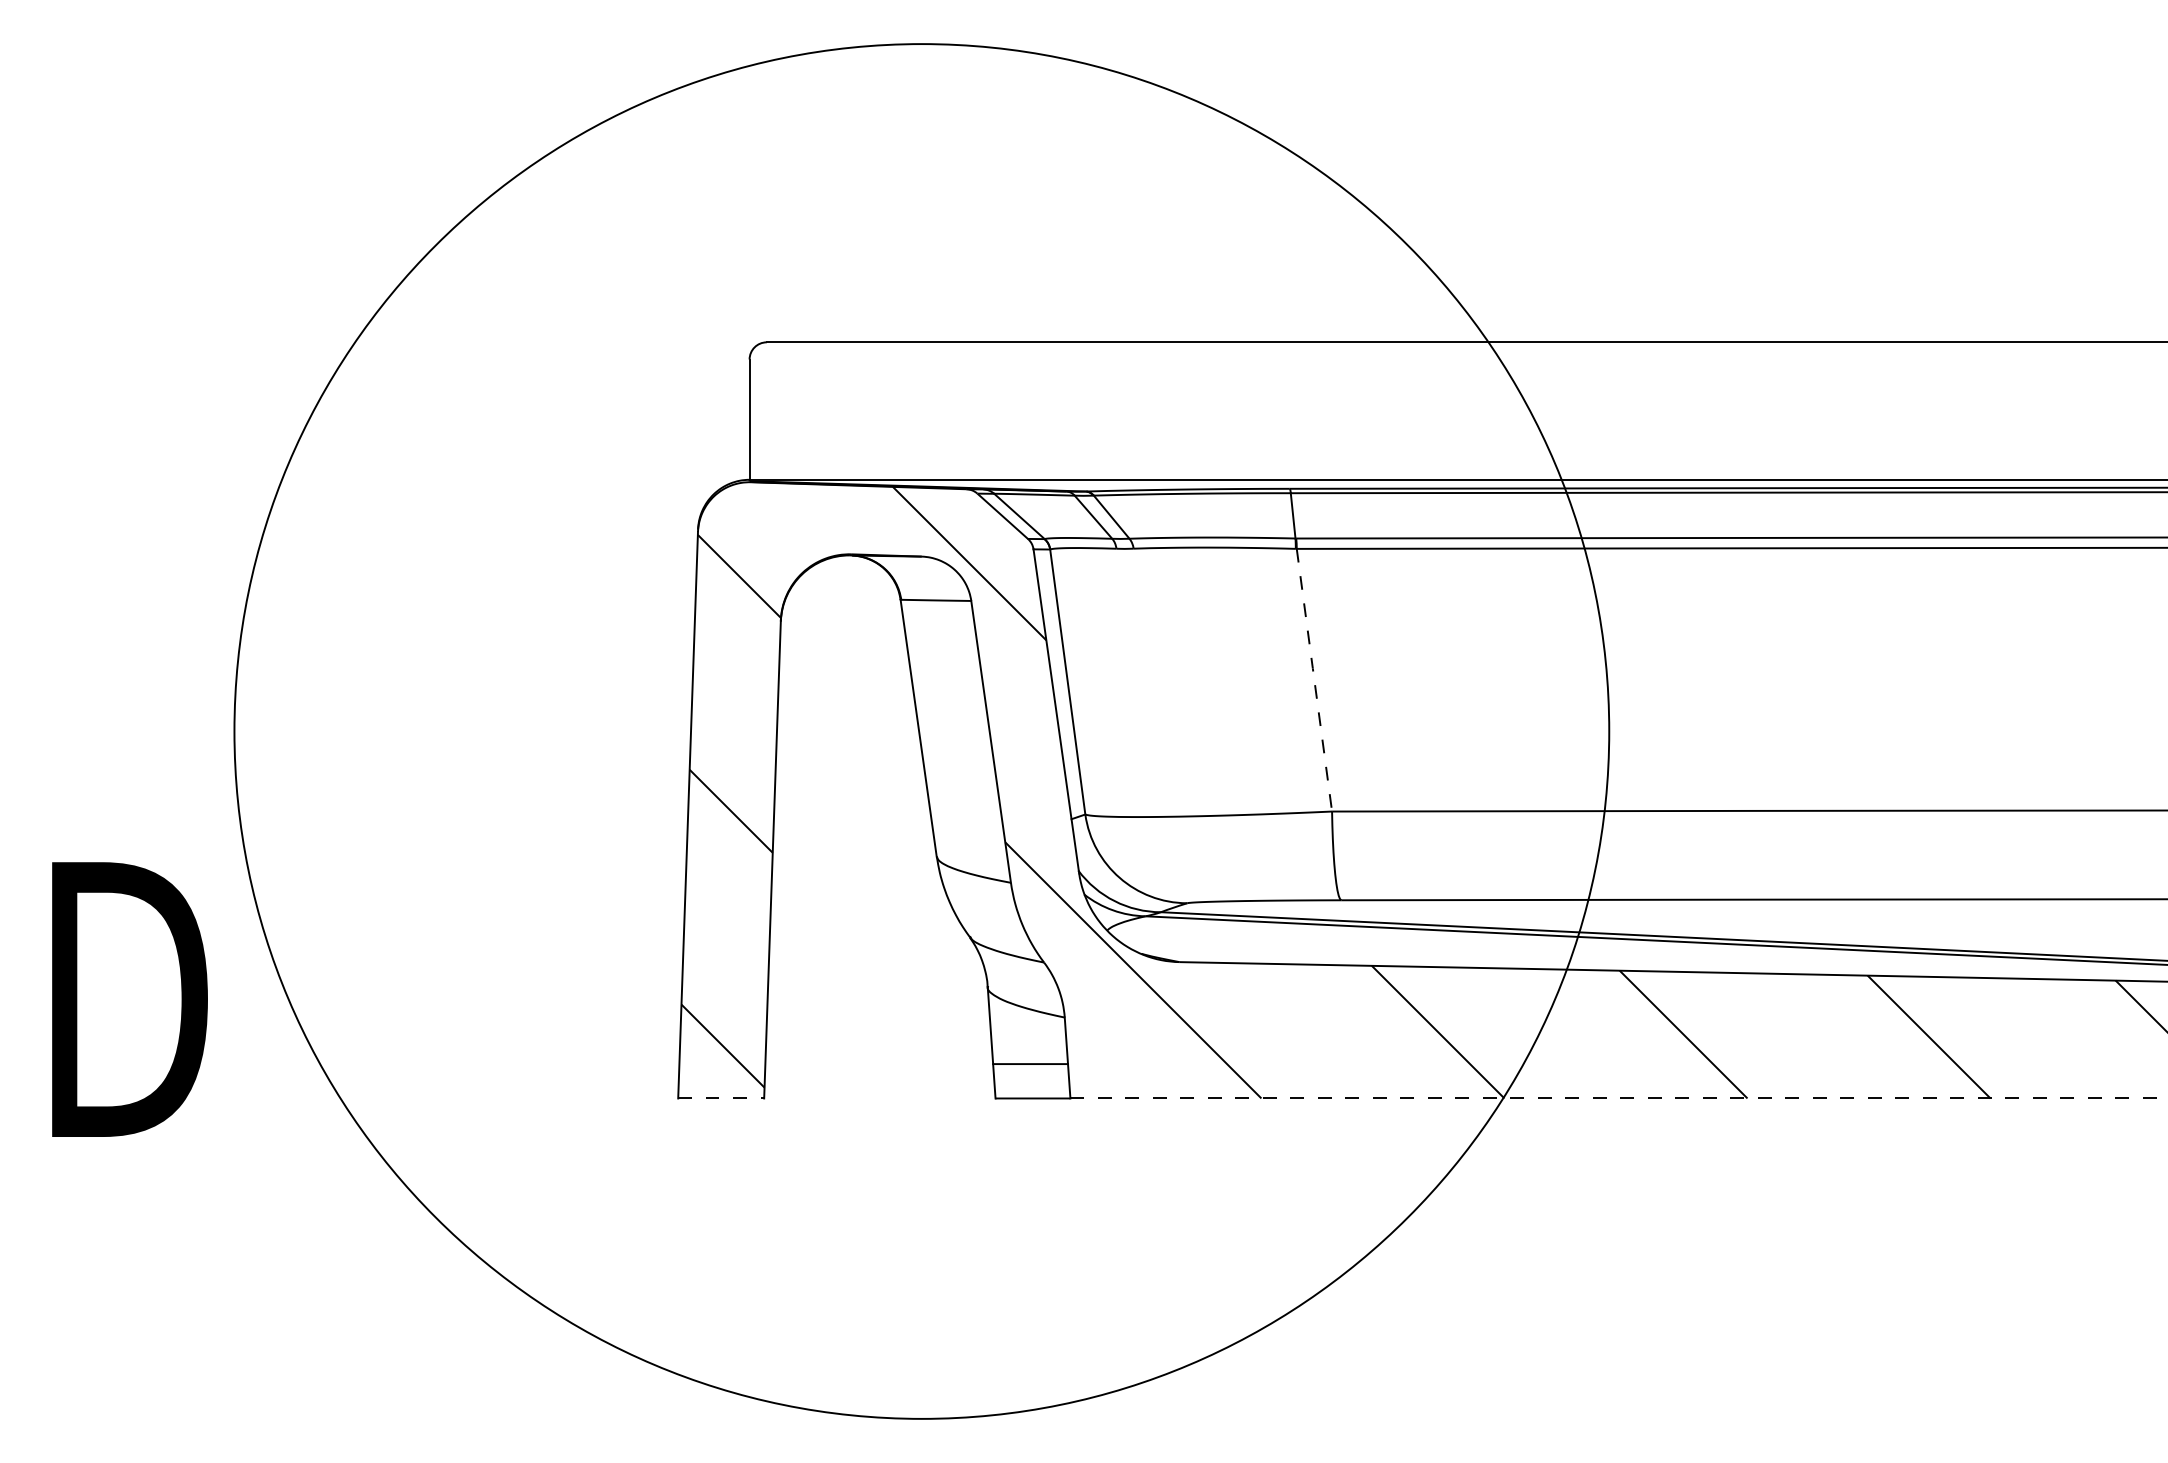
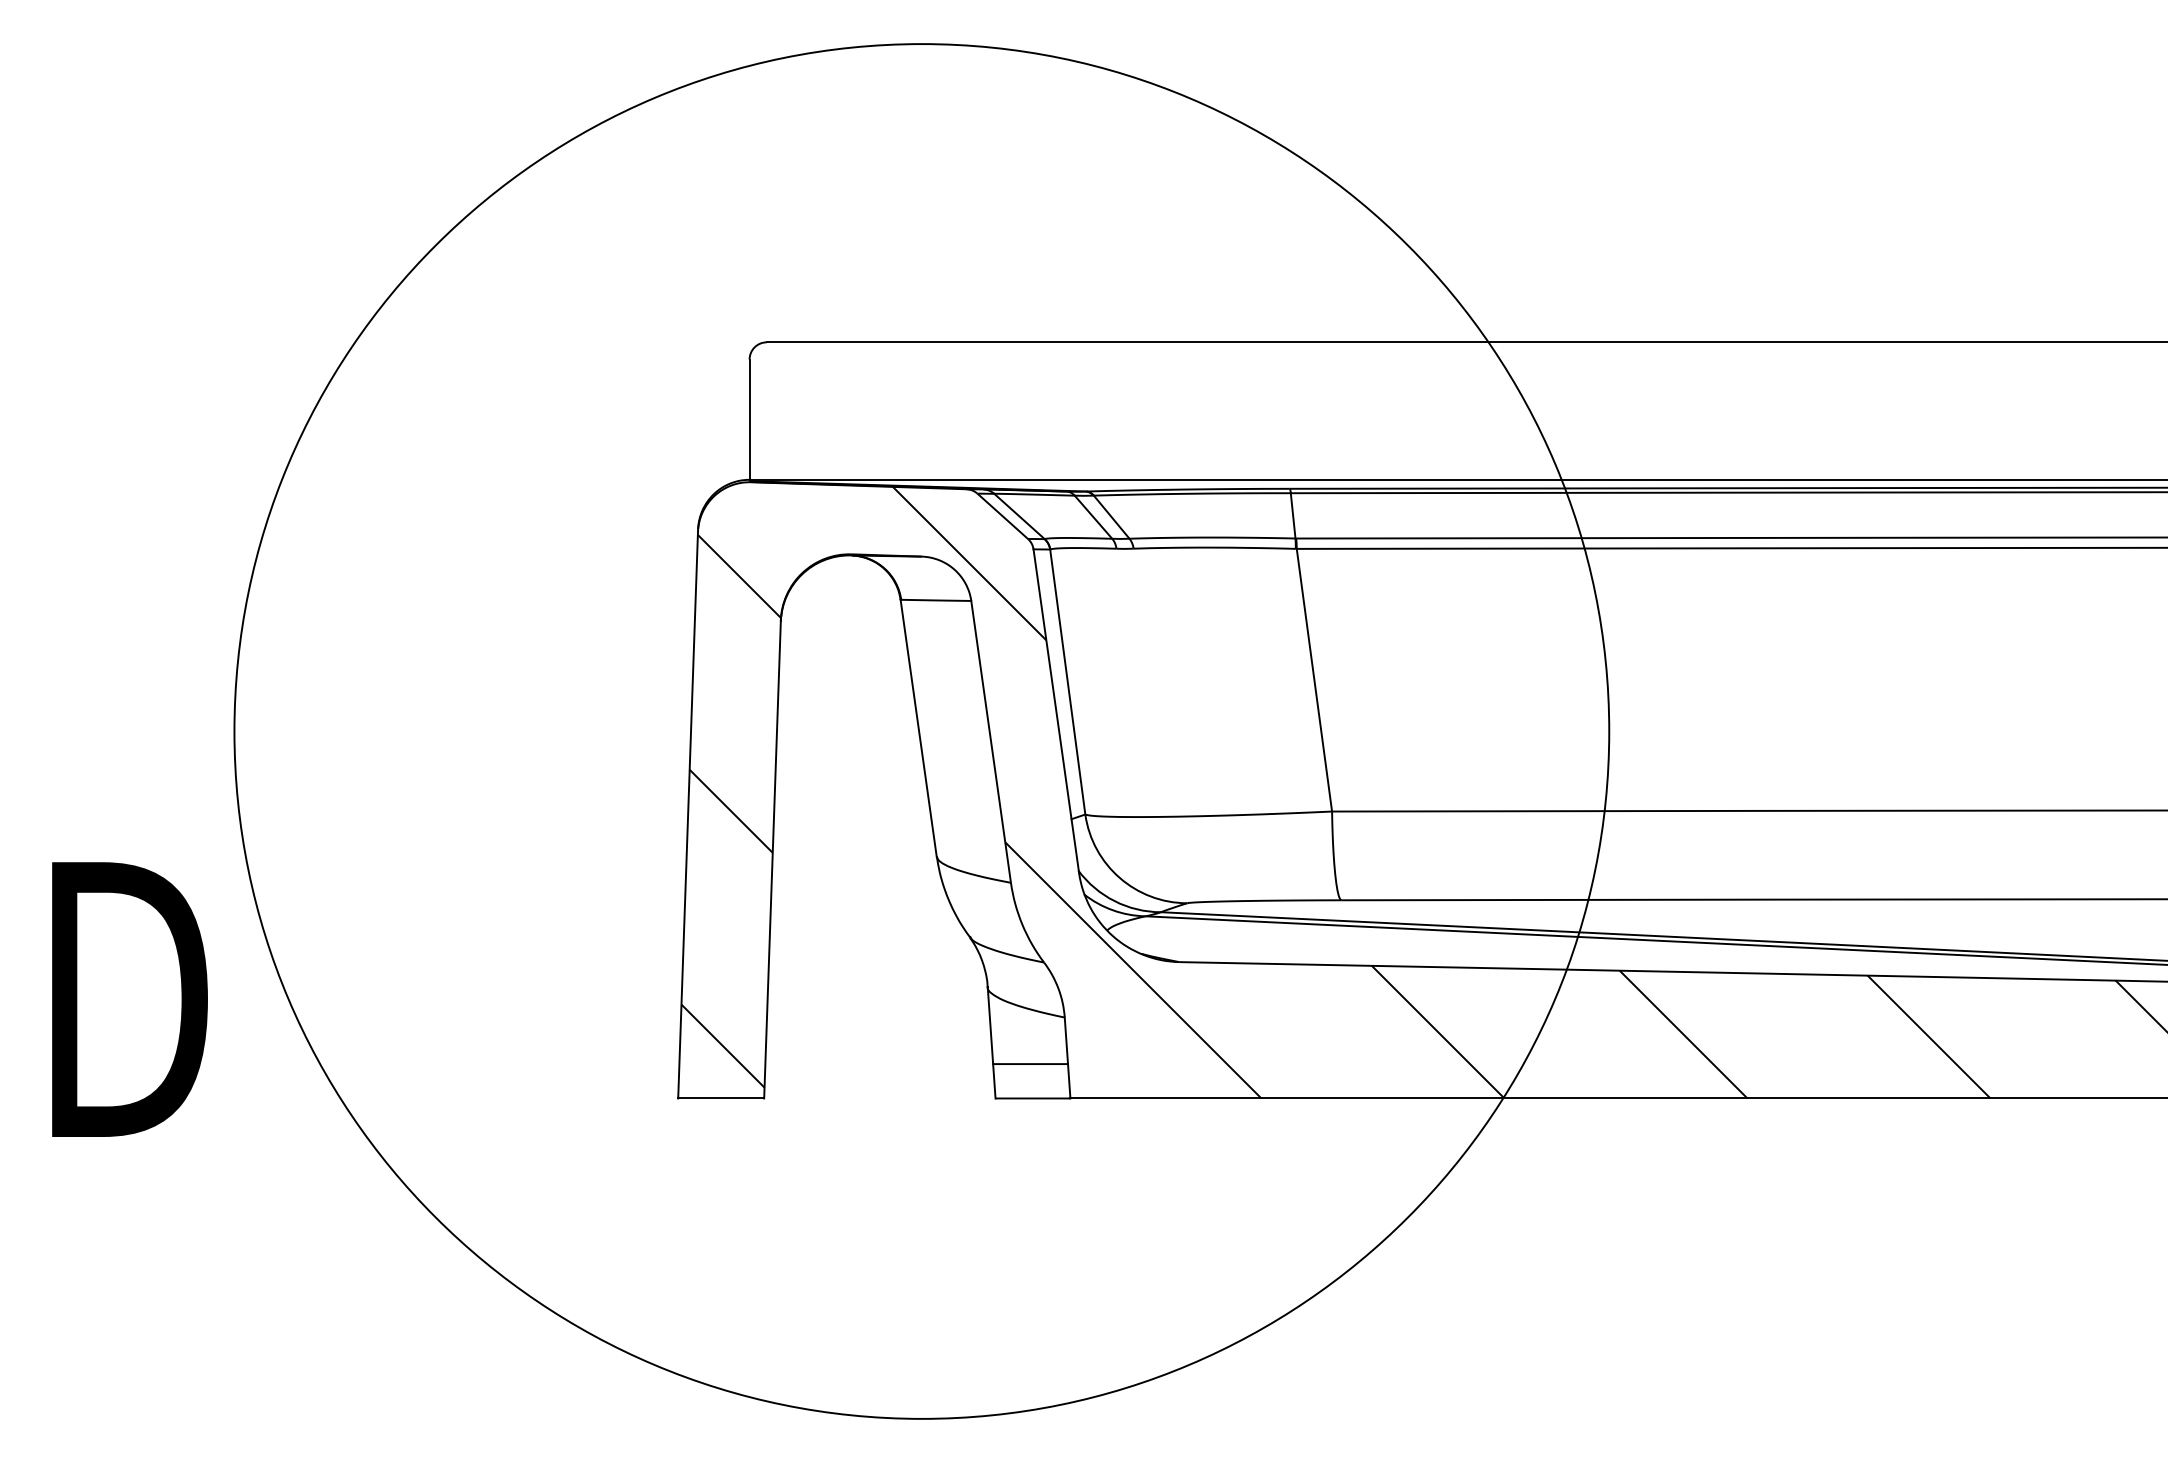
line at (1314, 680): dashed -> solid
line at (721, 1098): dashed -> solid
line at (1619, 1098): dashed -> solid
